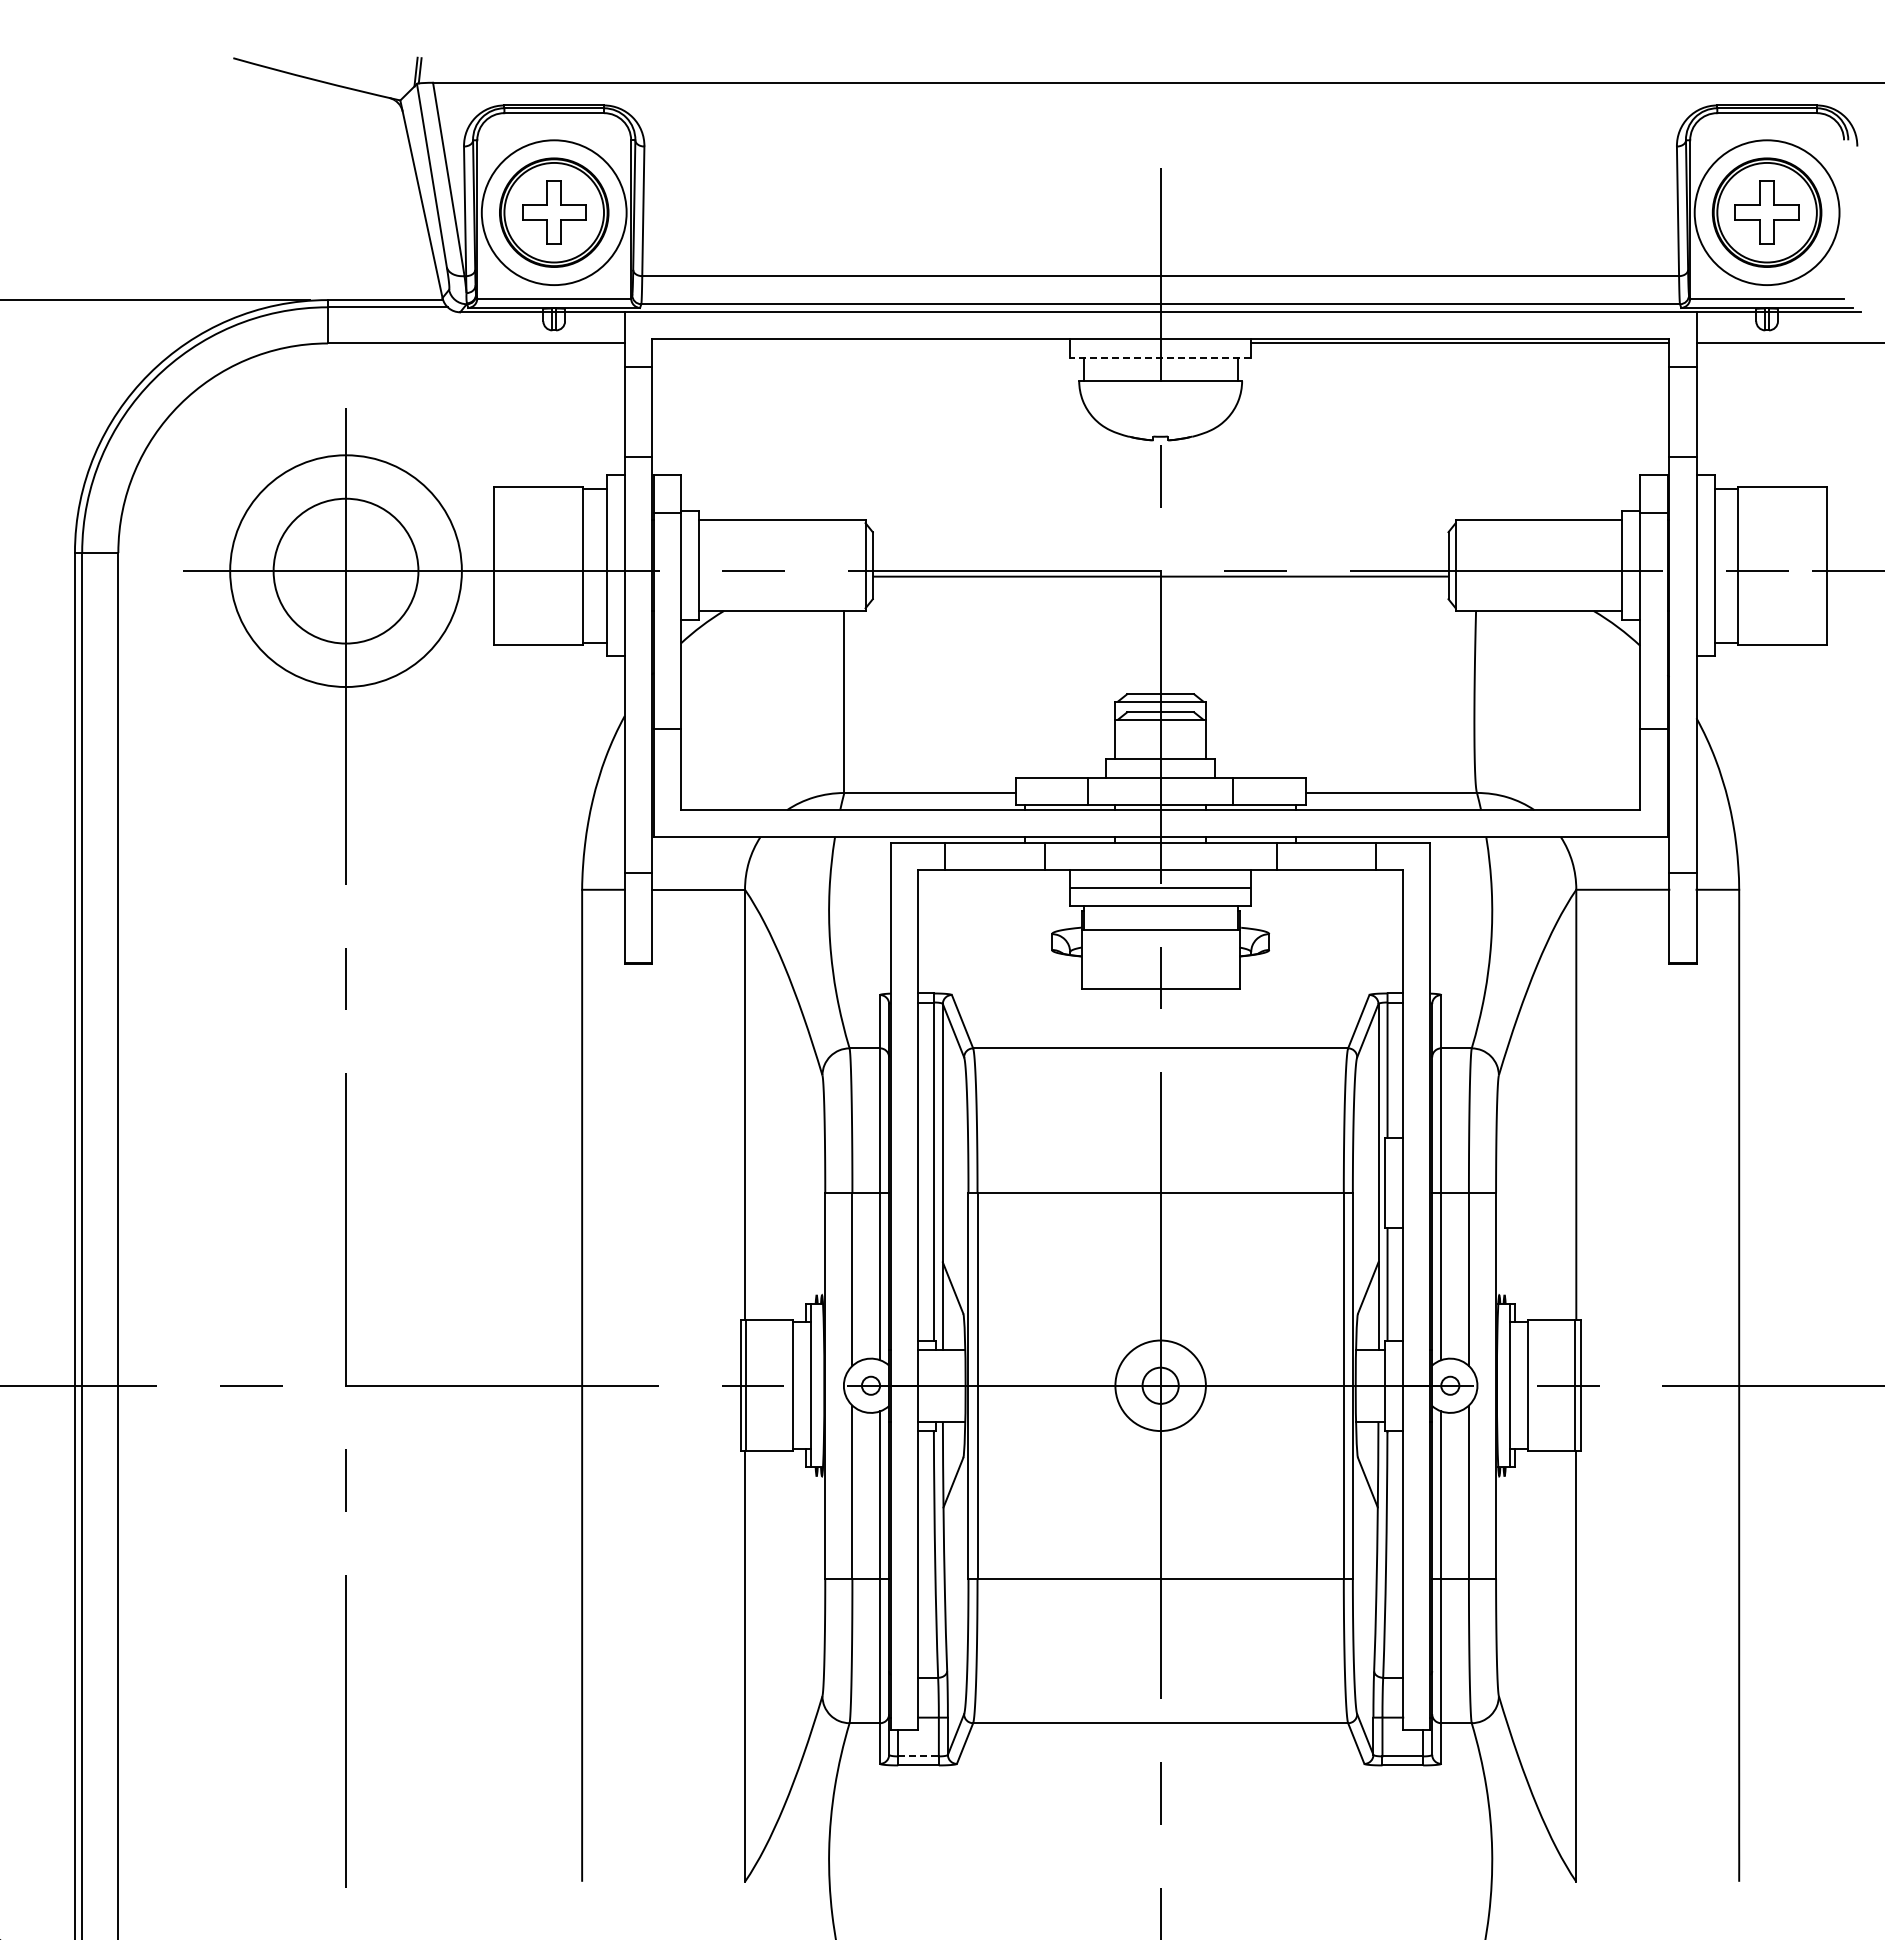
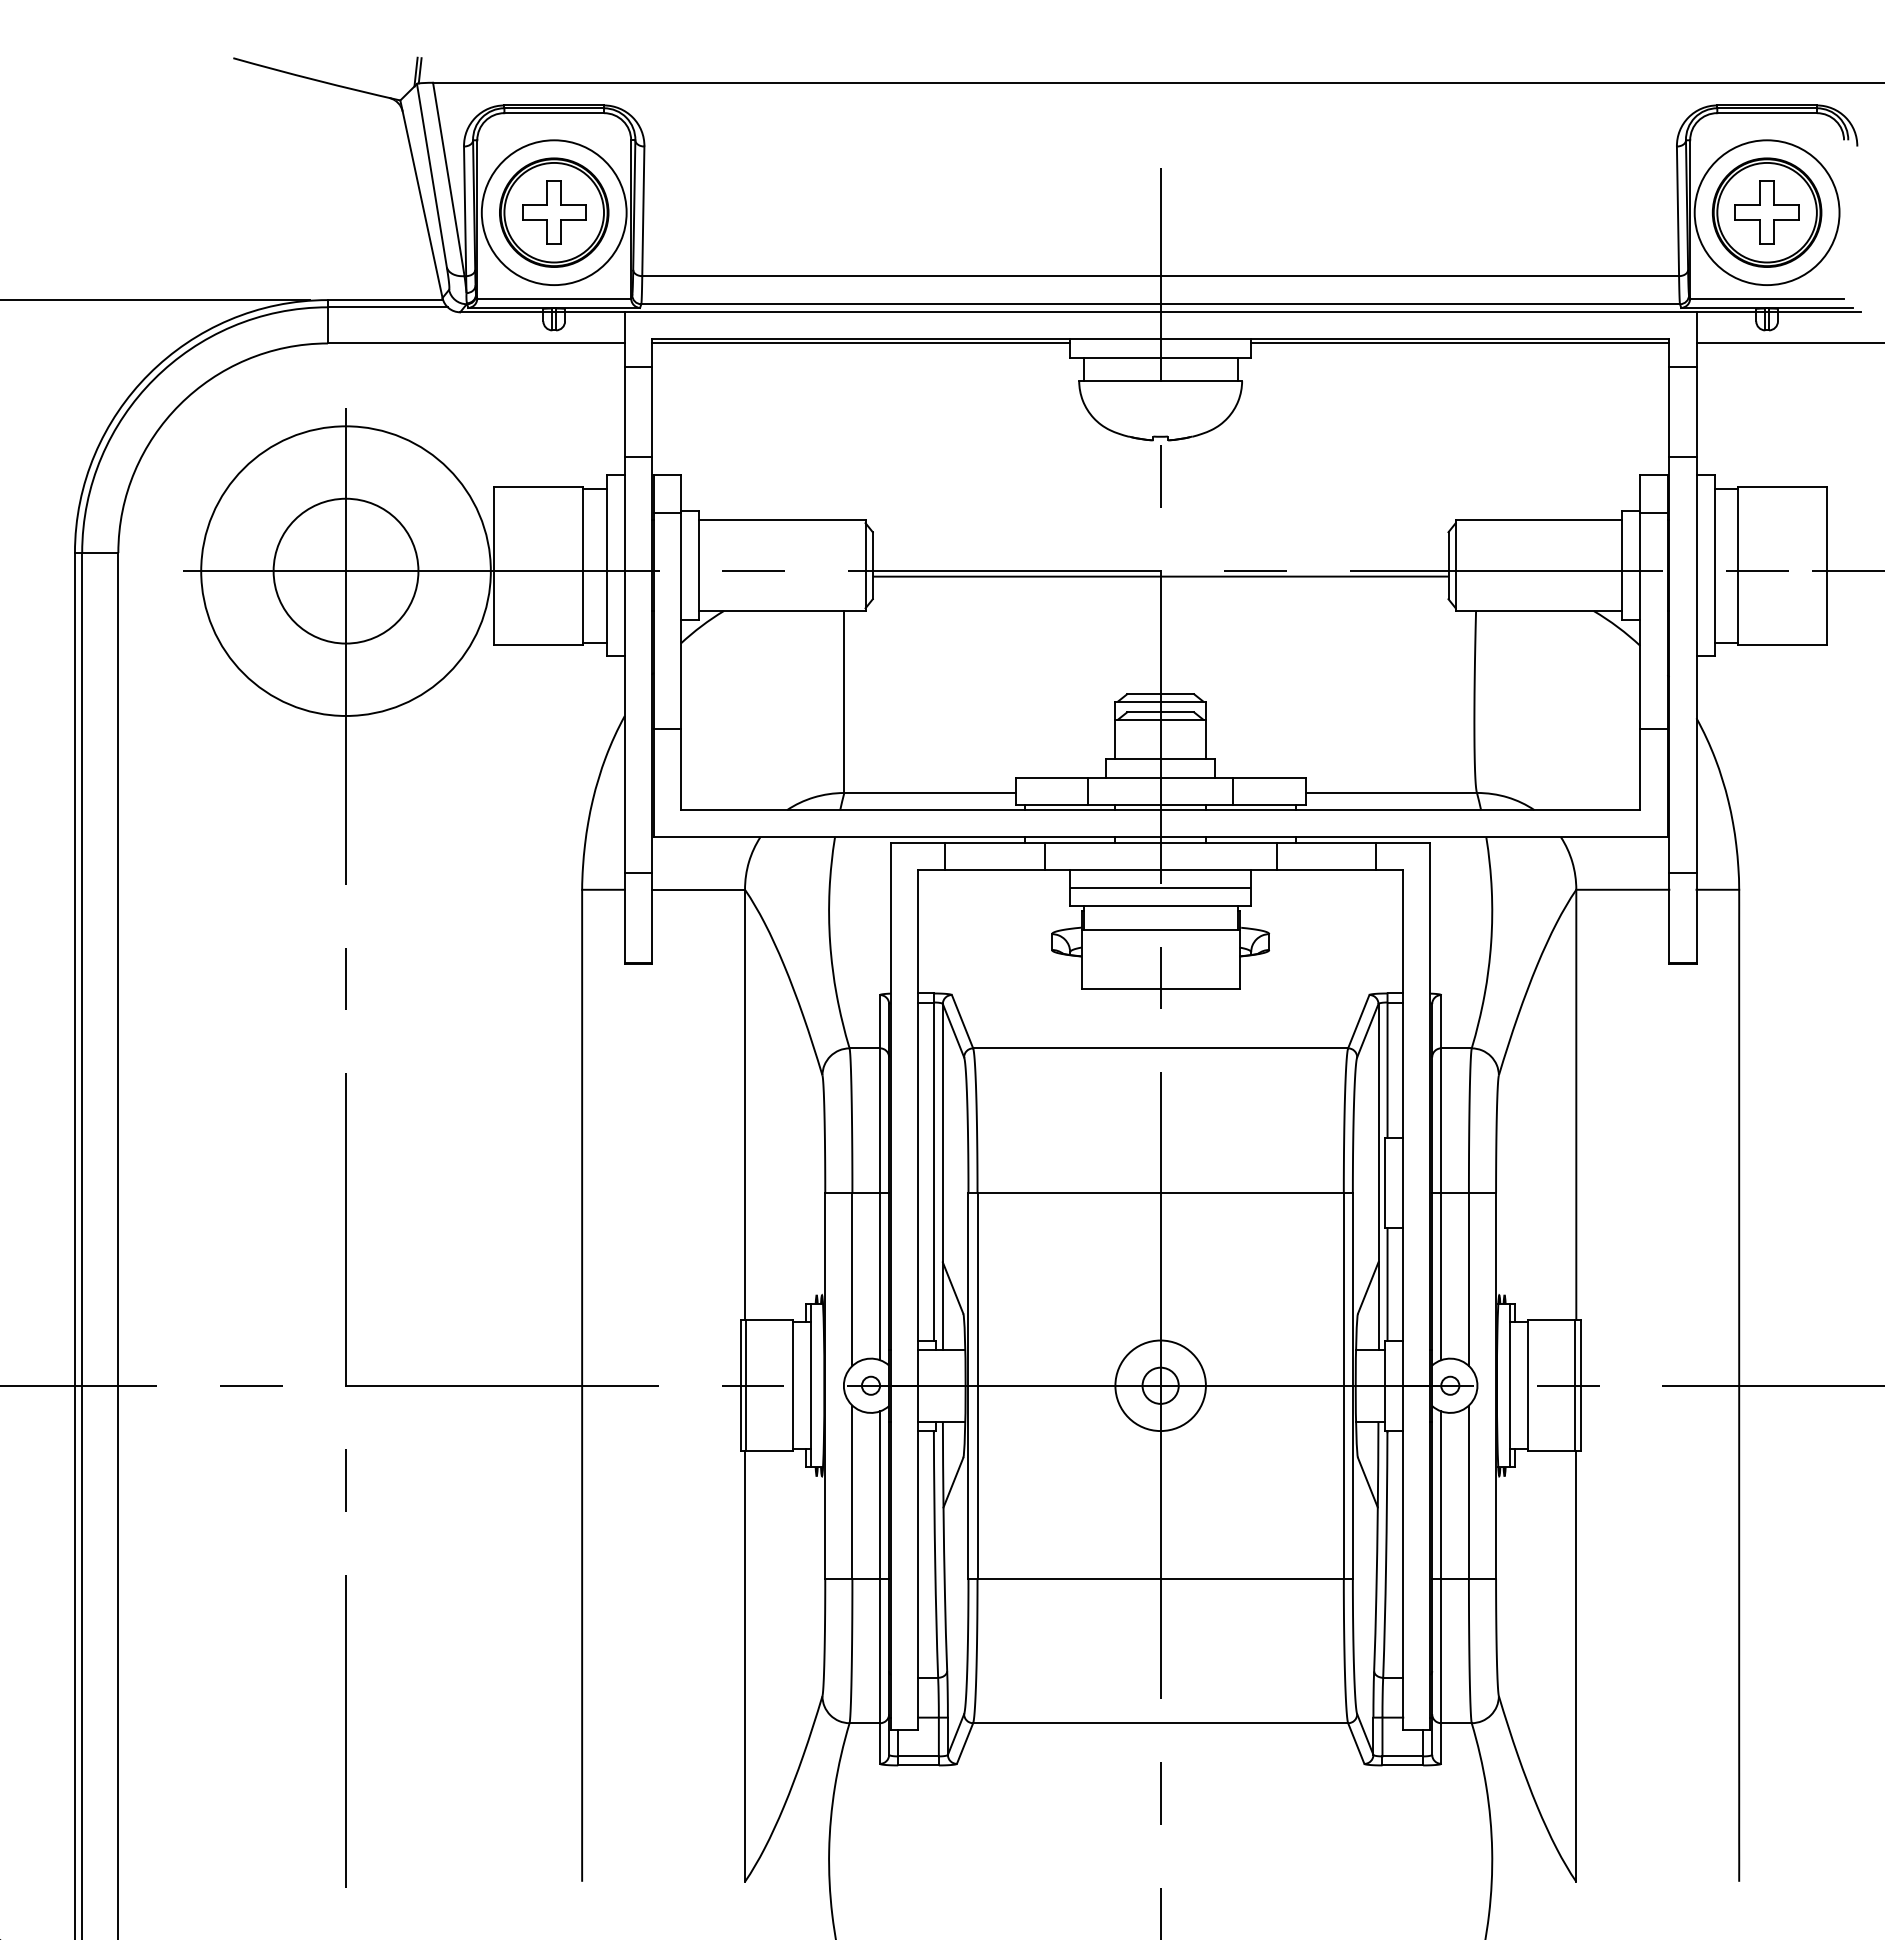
line at (860, 343): none -> present
line at (1160, 357): dashed -> solid
circle at (345, 571) diameter: 232 px -> 290 px
line at (919, 1756): dashed -> solid
